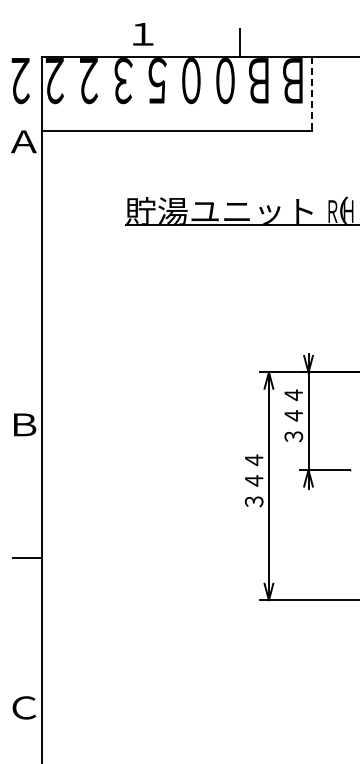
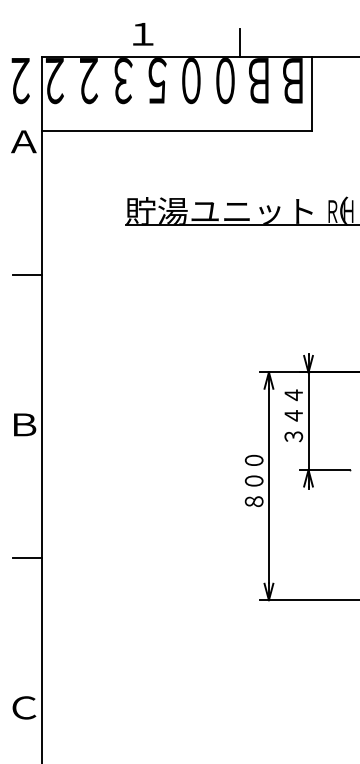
line at (311, 93): dashed -> solid
line at (27, 274): none -> present
text at (253, 480): ３４４ -> ８００
